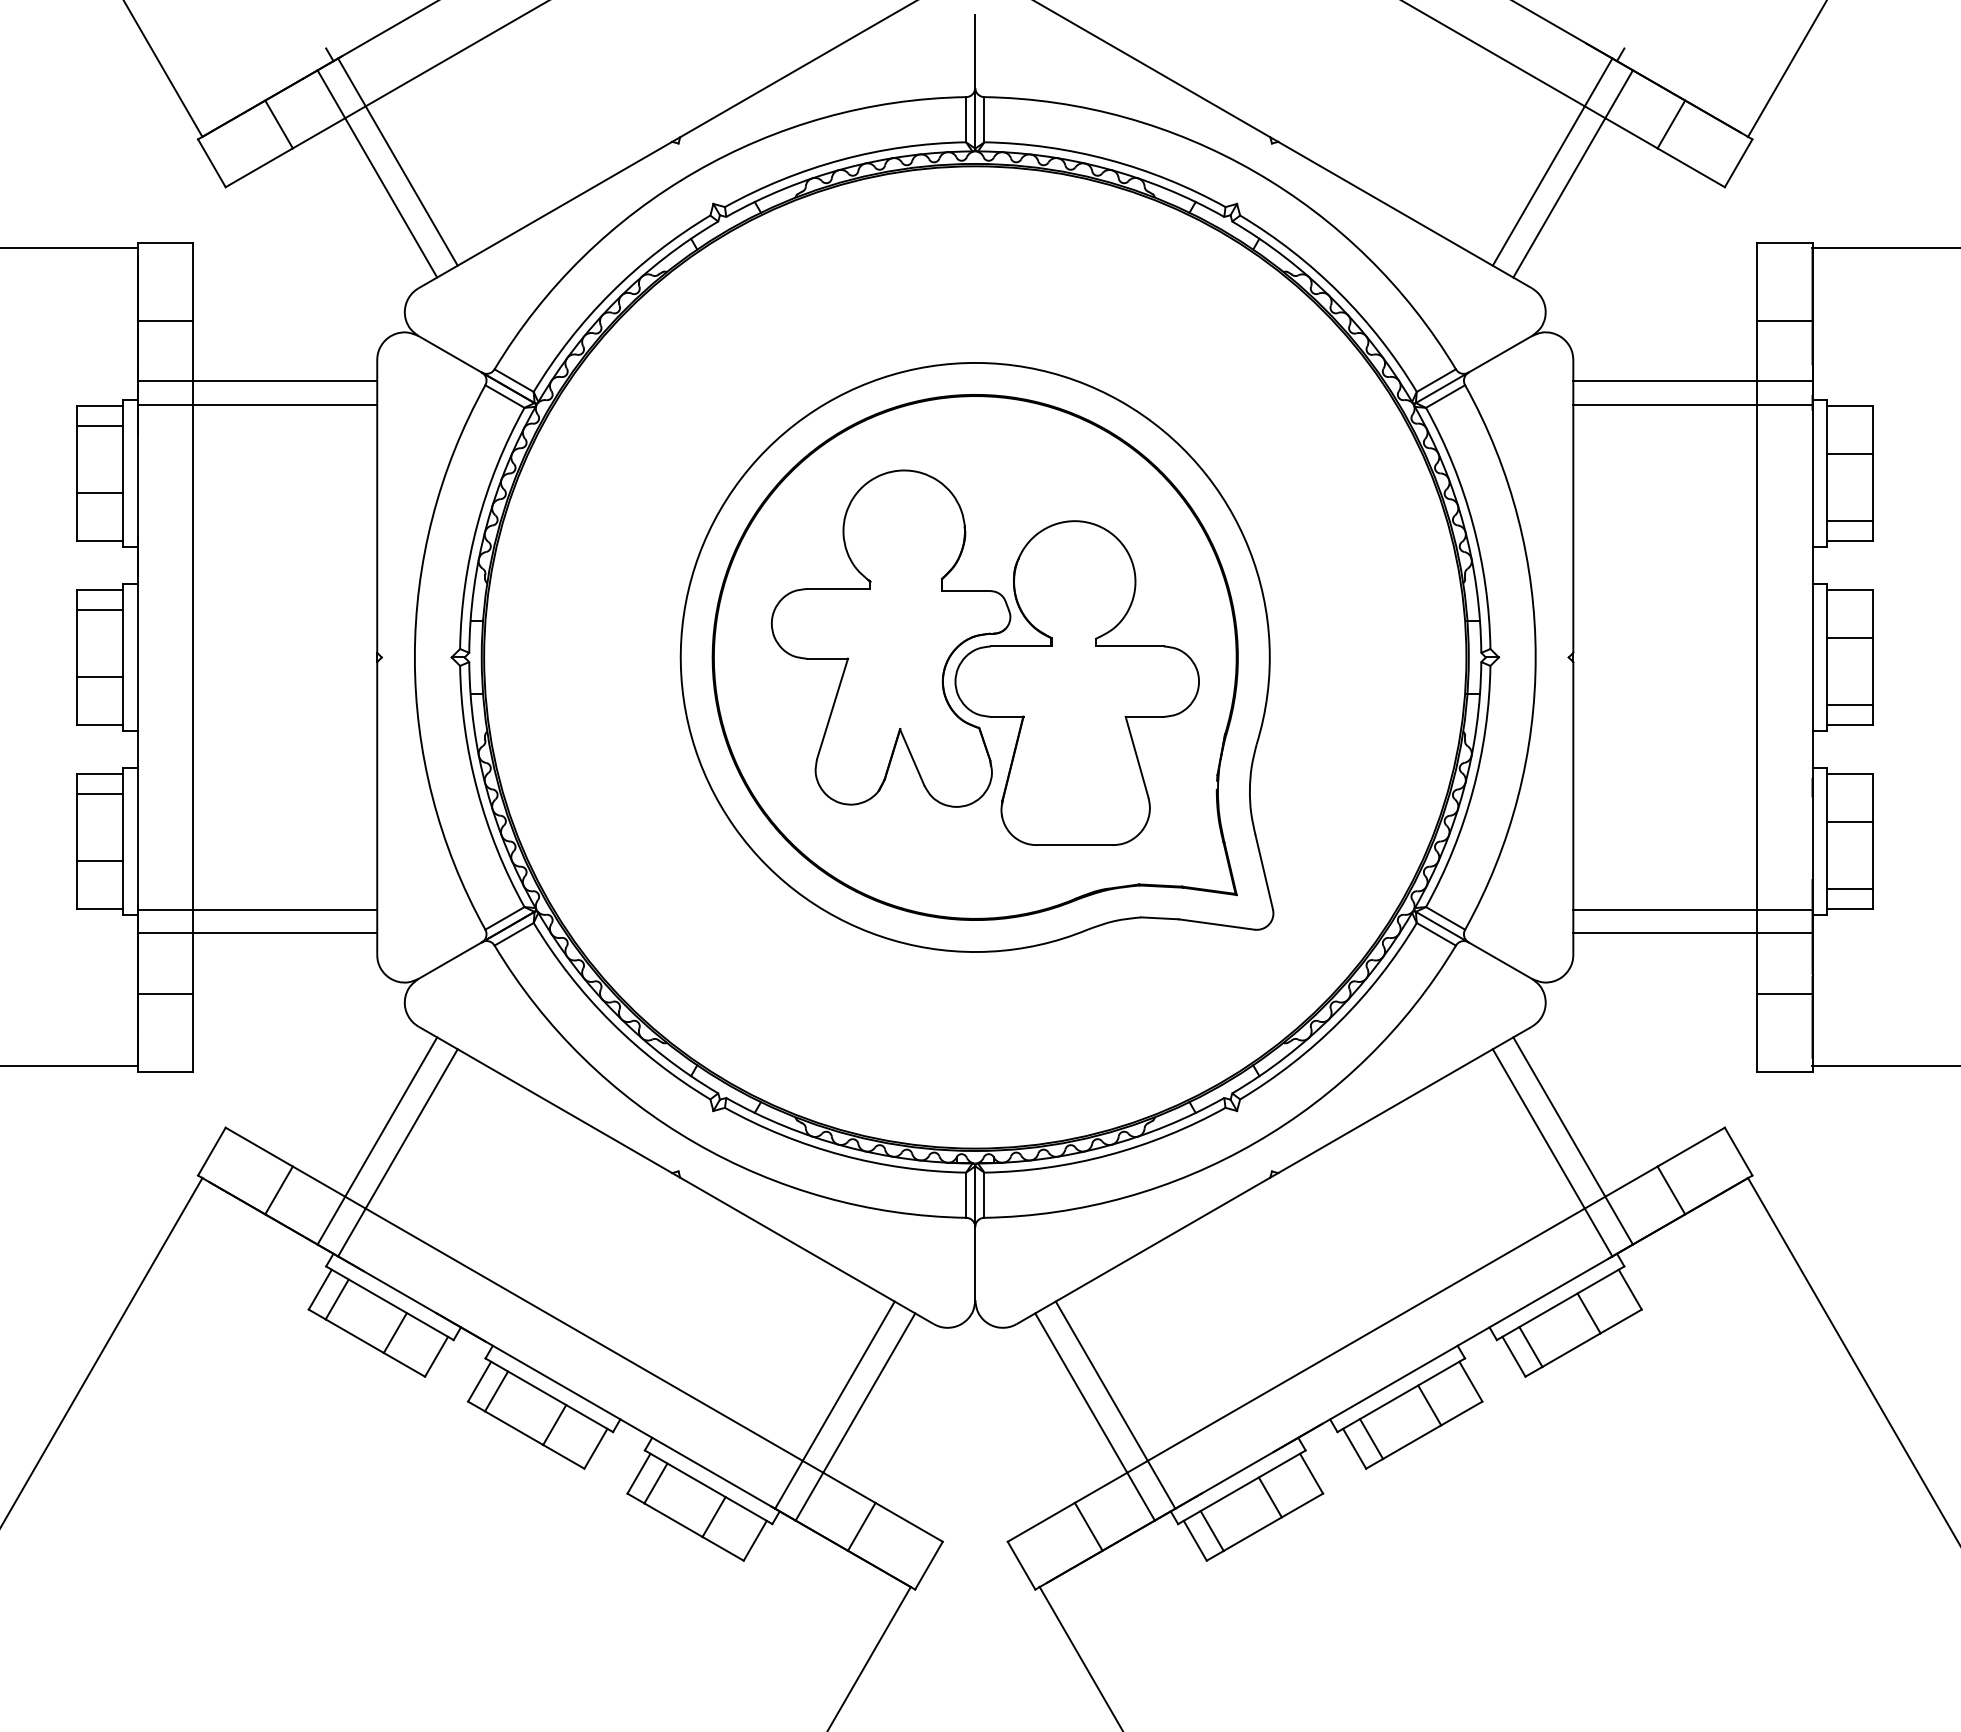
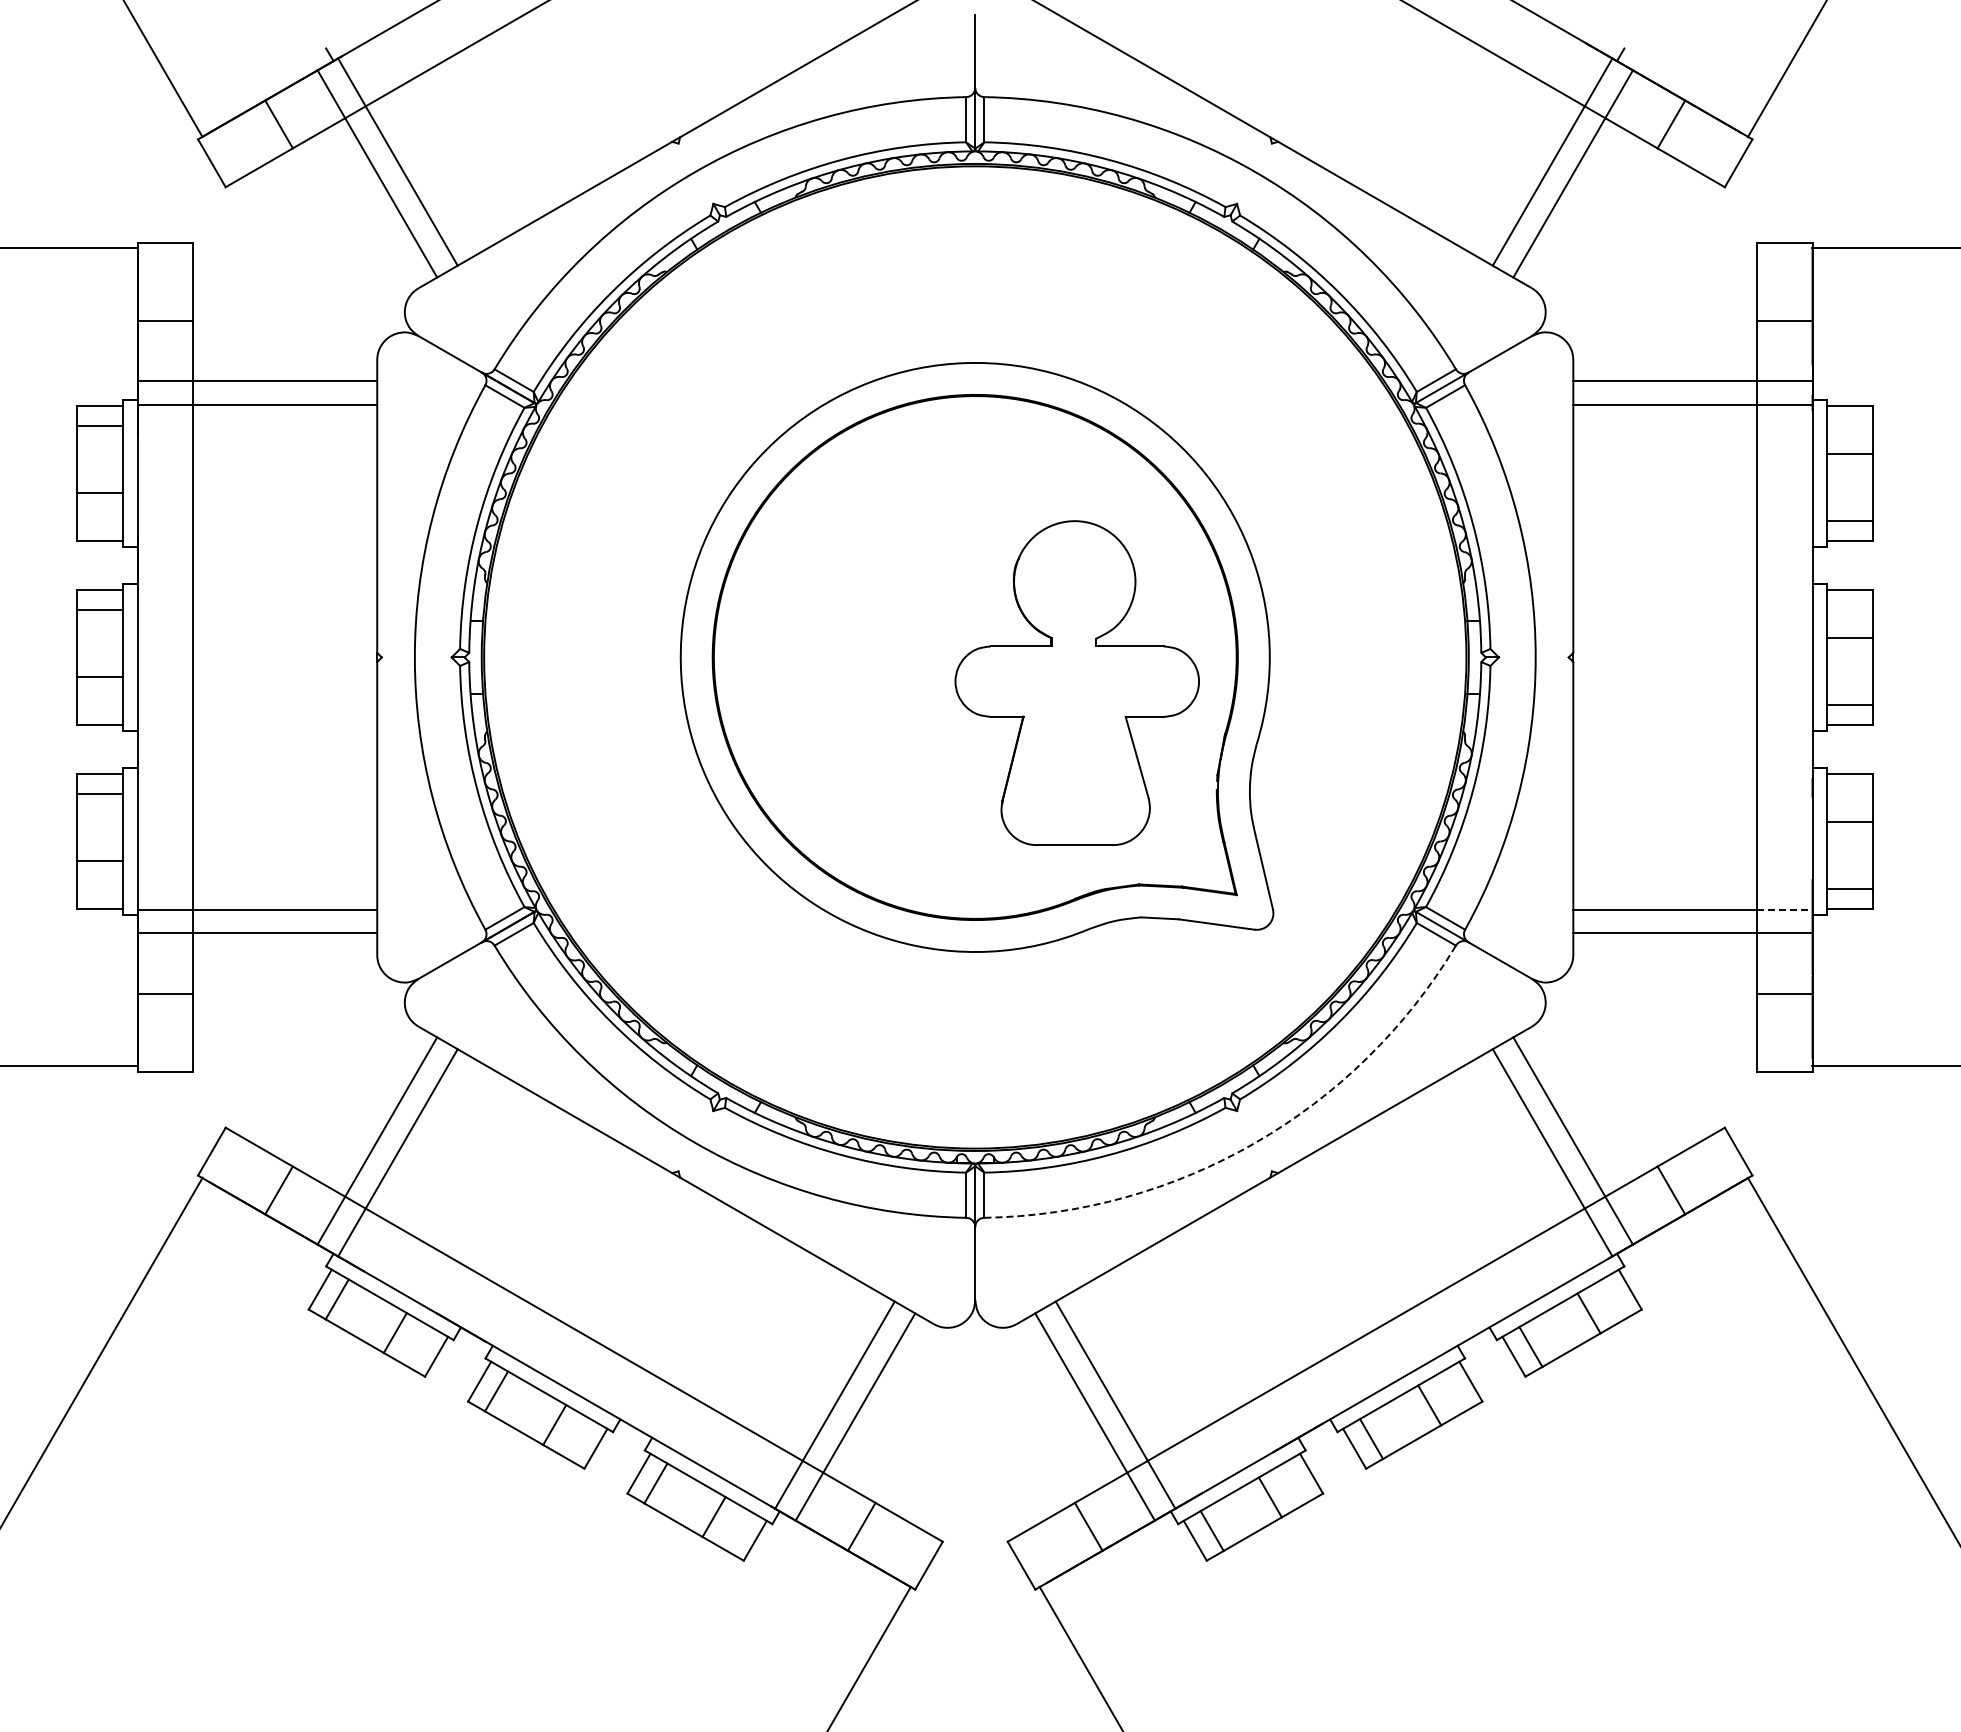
part at (890, 638): present -> none
line at (1784, 909): solid -> dashed
arc at (1255, 1142): solid -> dashed
